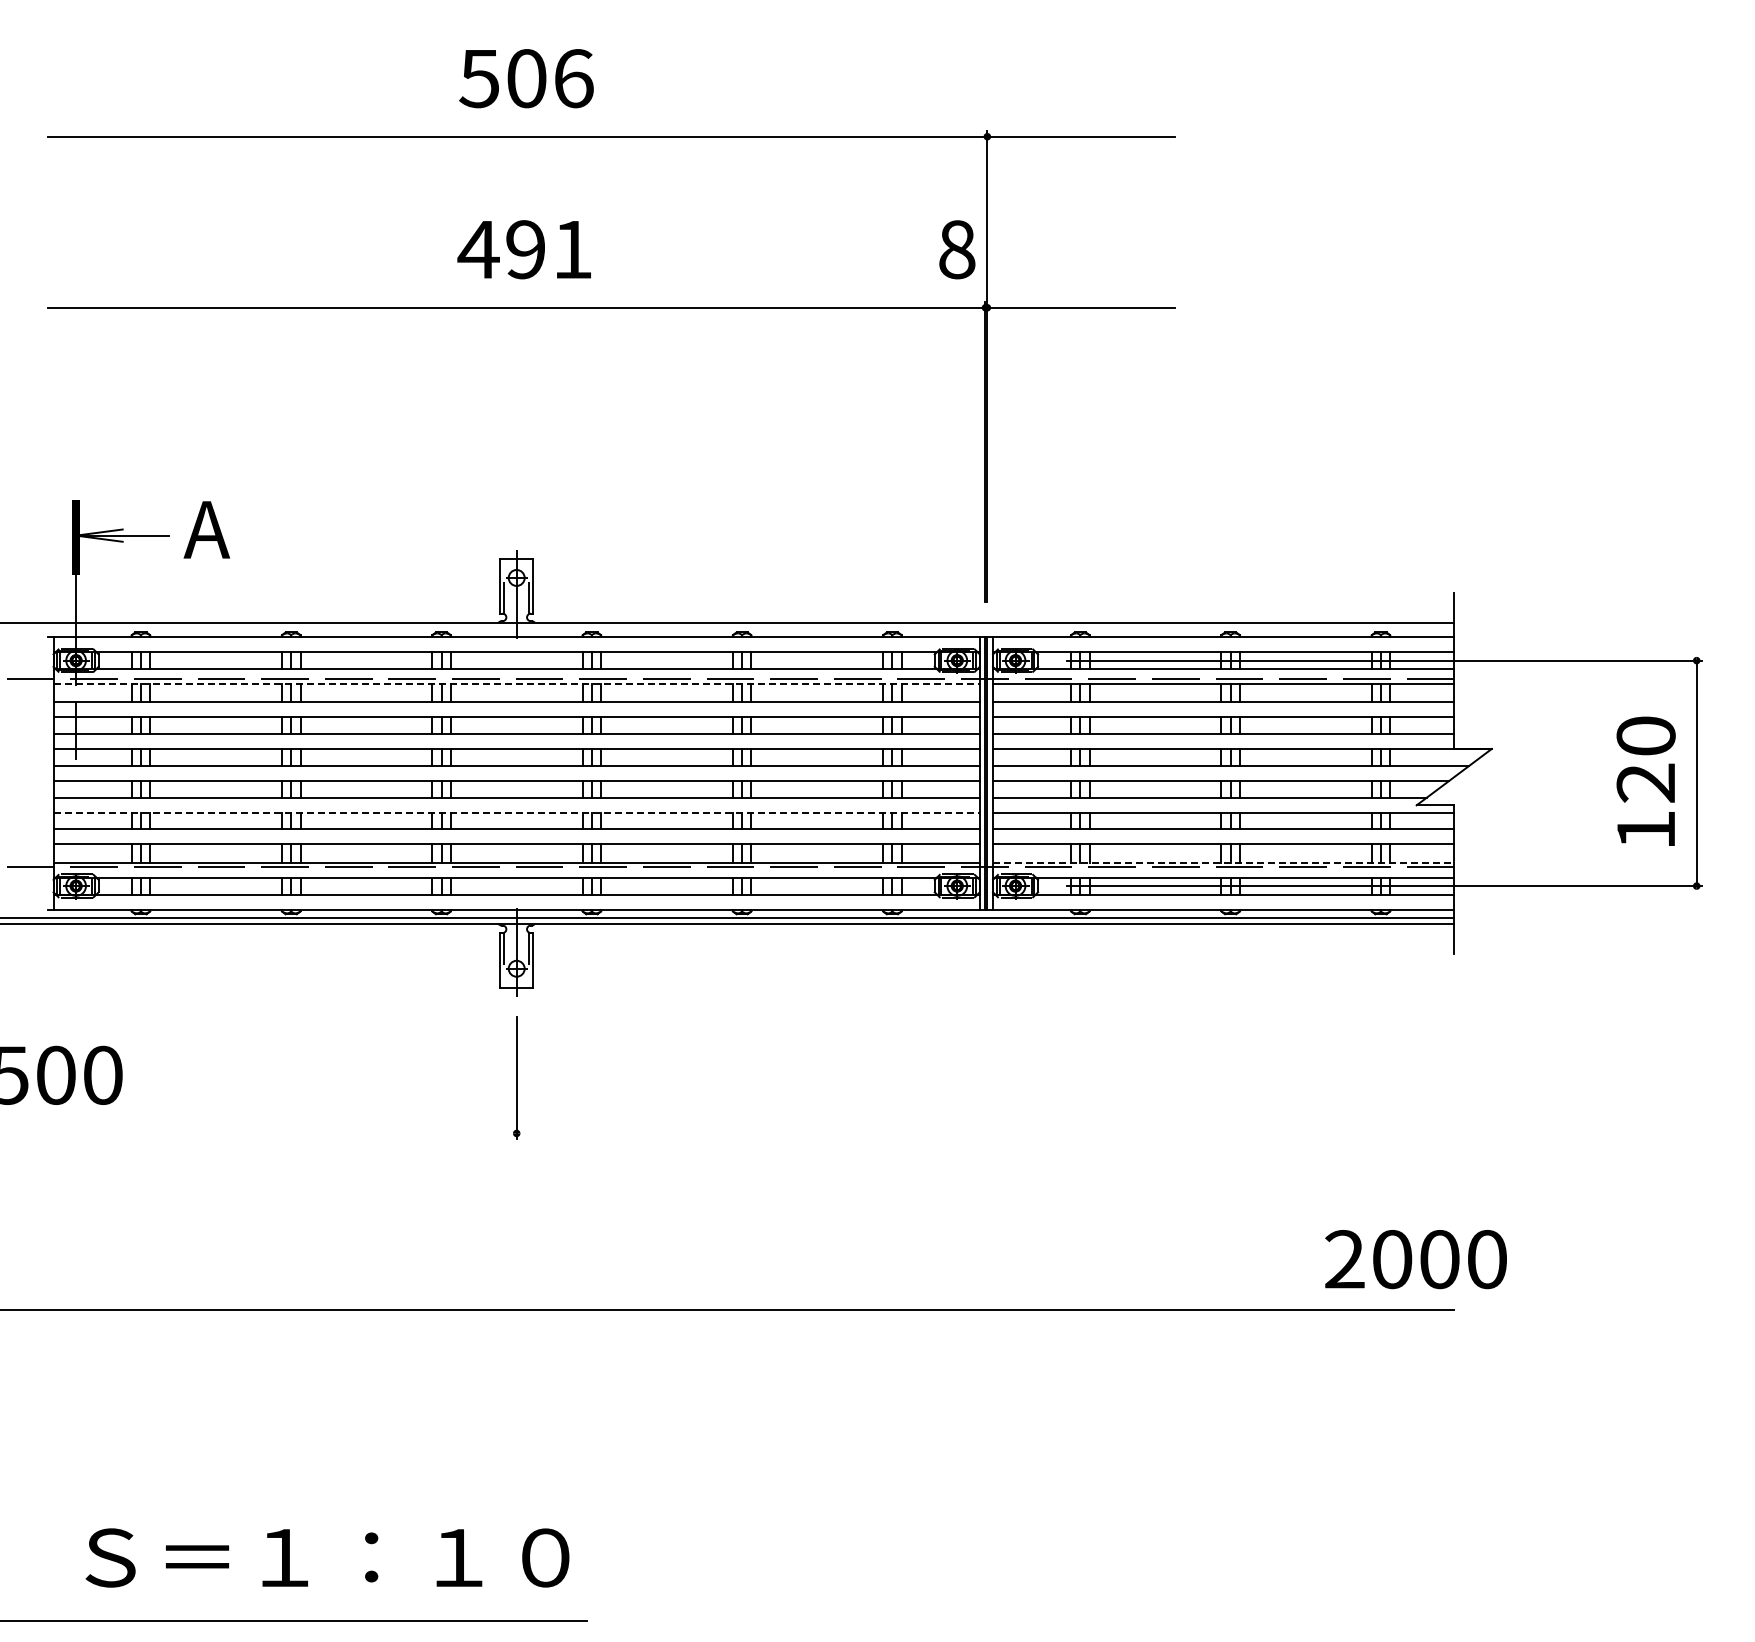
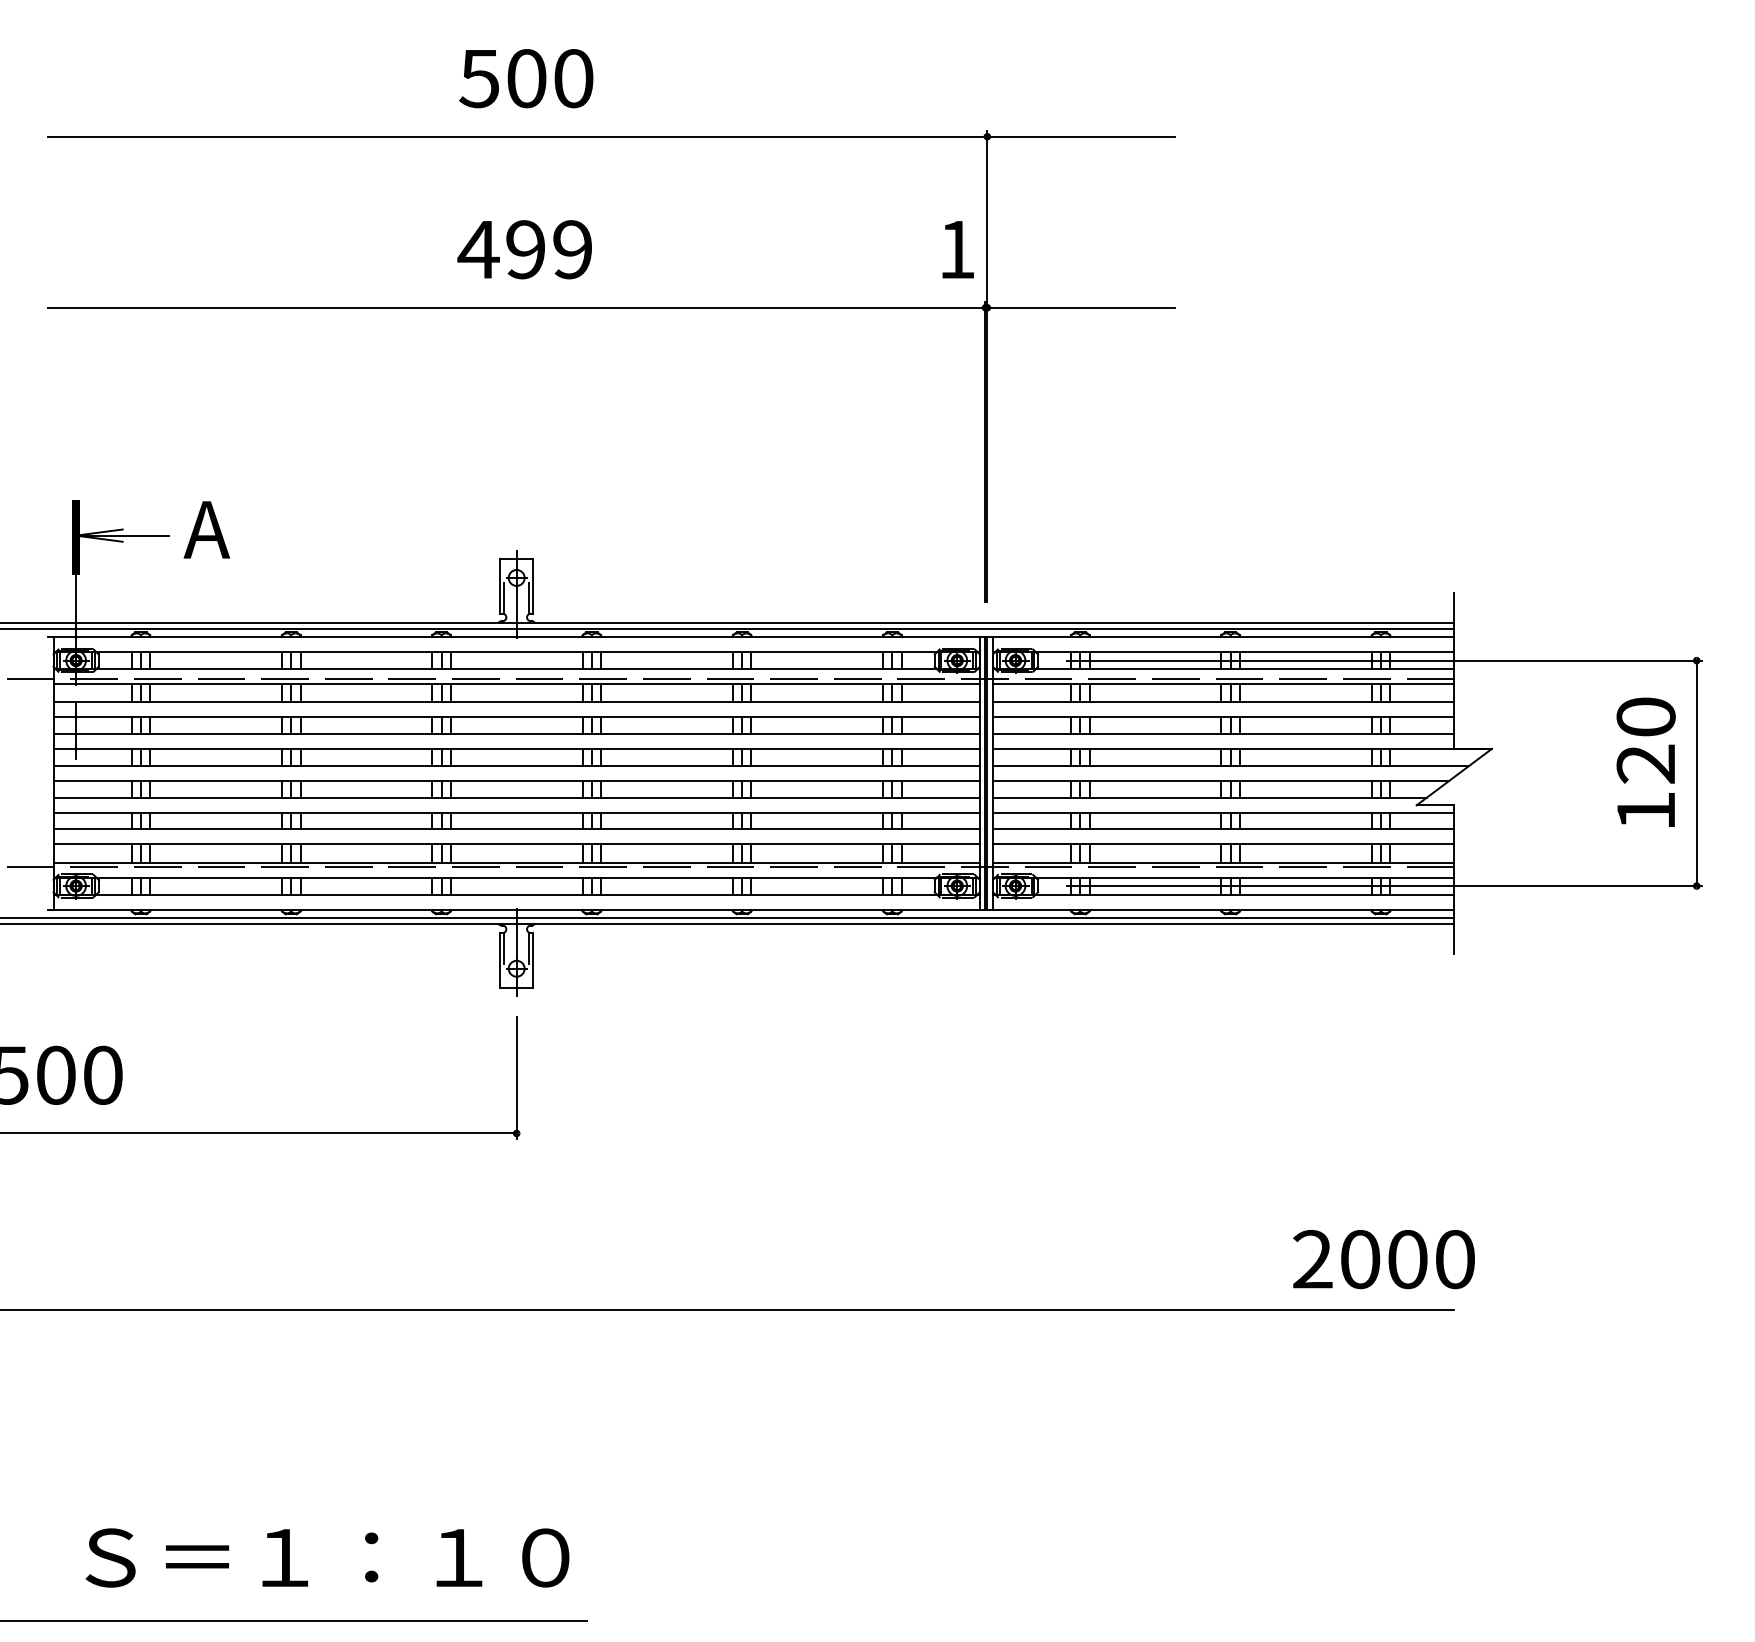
text at (573, 78): 506 -> 500
text at (572, 249): 491 -> 499
text at (957, 249): 8 -> 1
line at (728, 628): none -> present
line at (517, 683): dashed -> solid
text at (1645, 780) position: (1645, 780) -> (1645, 761)
line at (517, 812): dashed -> solid
line at (1223, 862): dashed -> solid
line at (259, 1133): none -> present
text at (1415, 1259) position: (1415, 1259) -> (1383, 1259)
